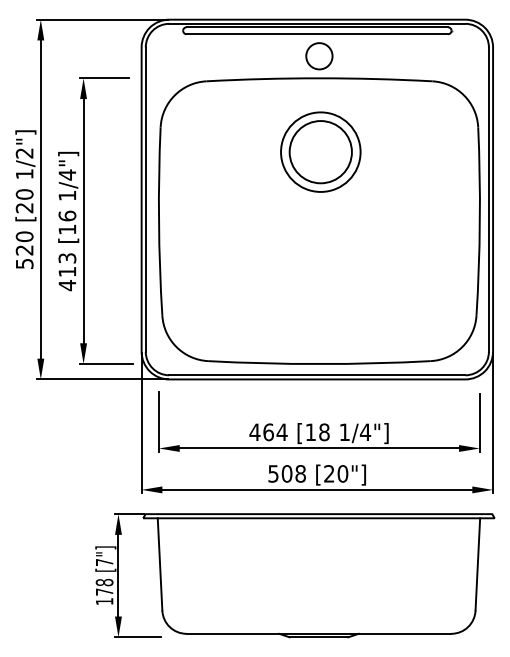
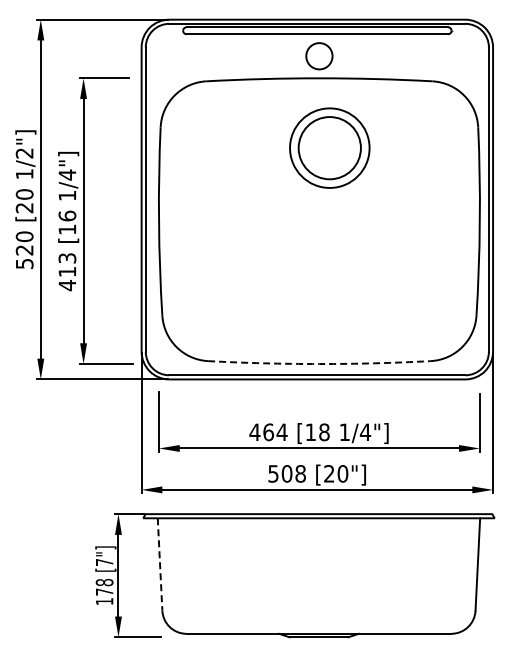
part at (320, 151) position: (320, 151) -> (329, 147)
arc at (319, 364): solid -> dashed
line at (160, 564): solid -> dashed
